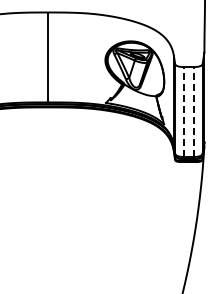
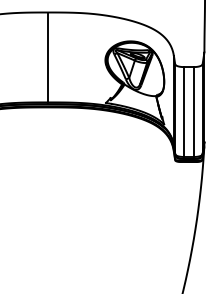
line at (183, 112): dashed -> solid
line at (194, 112): dashed -> solid
